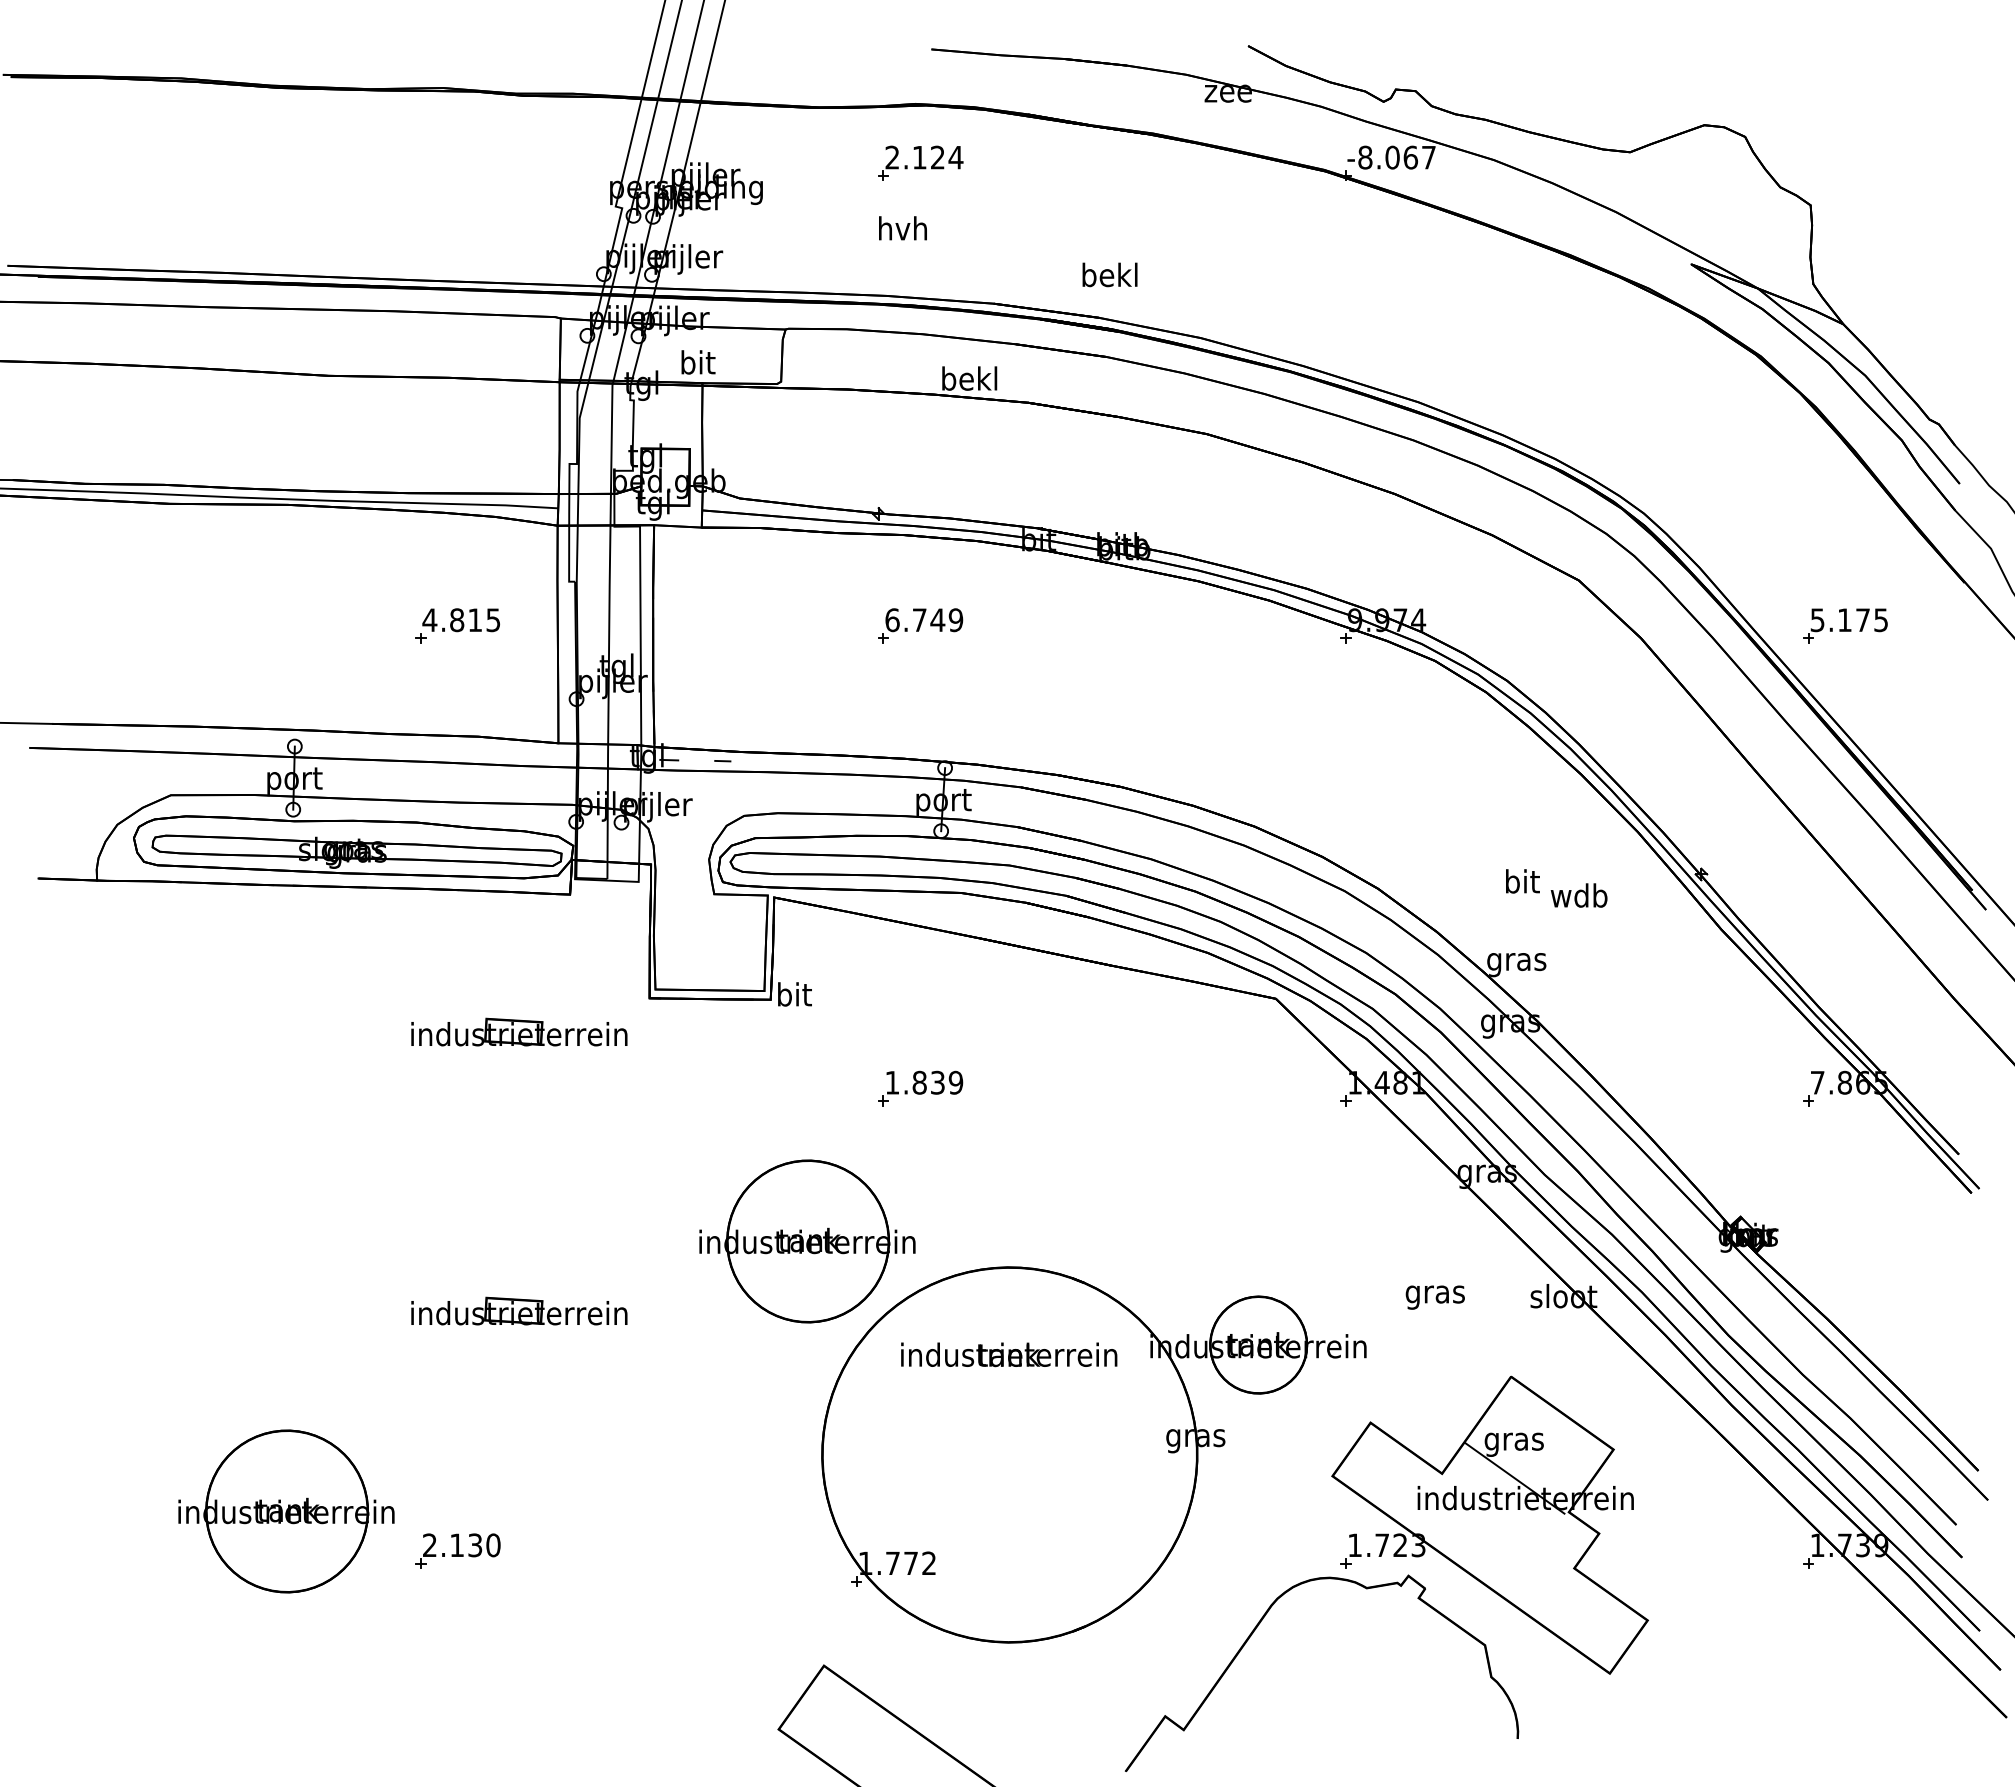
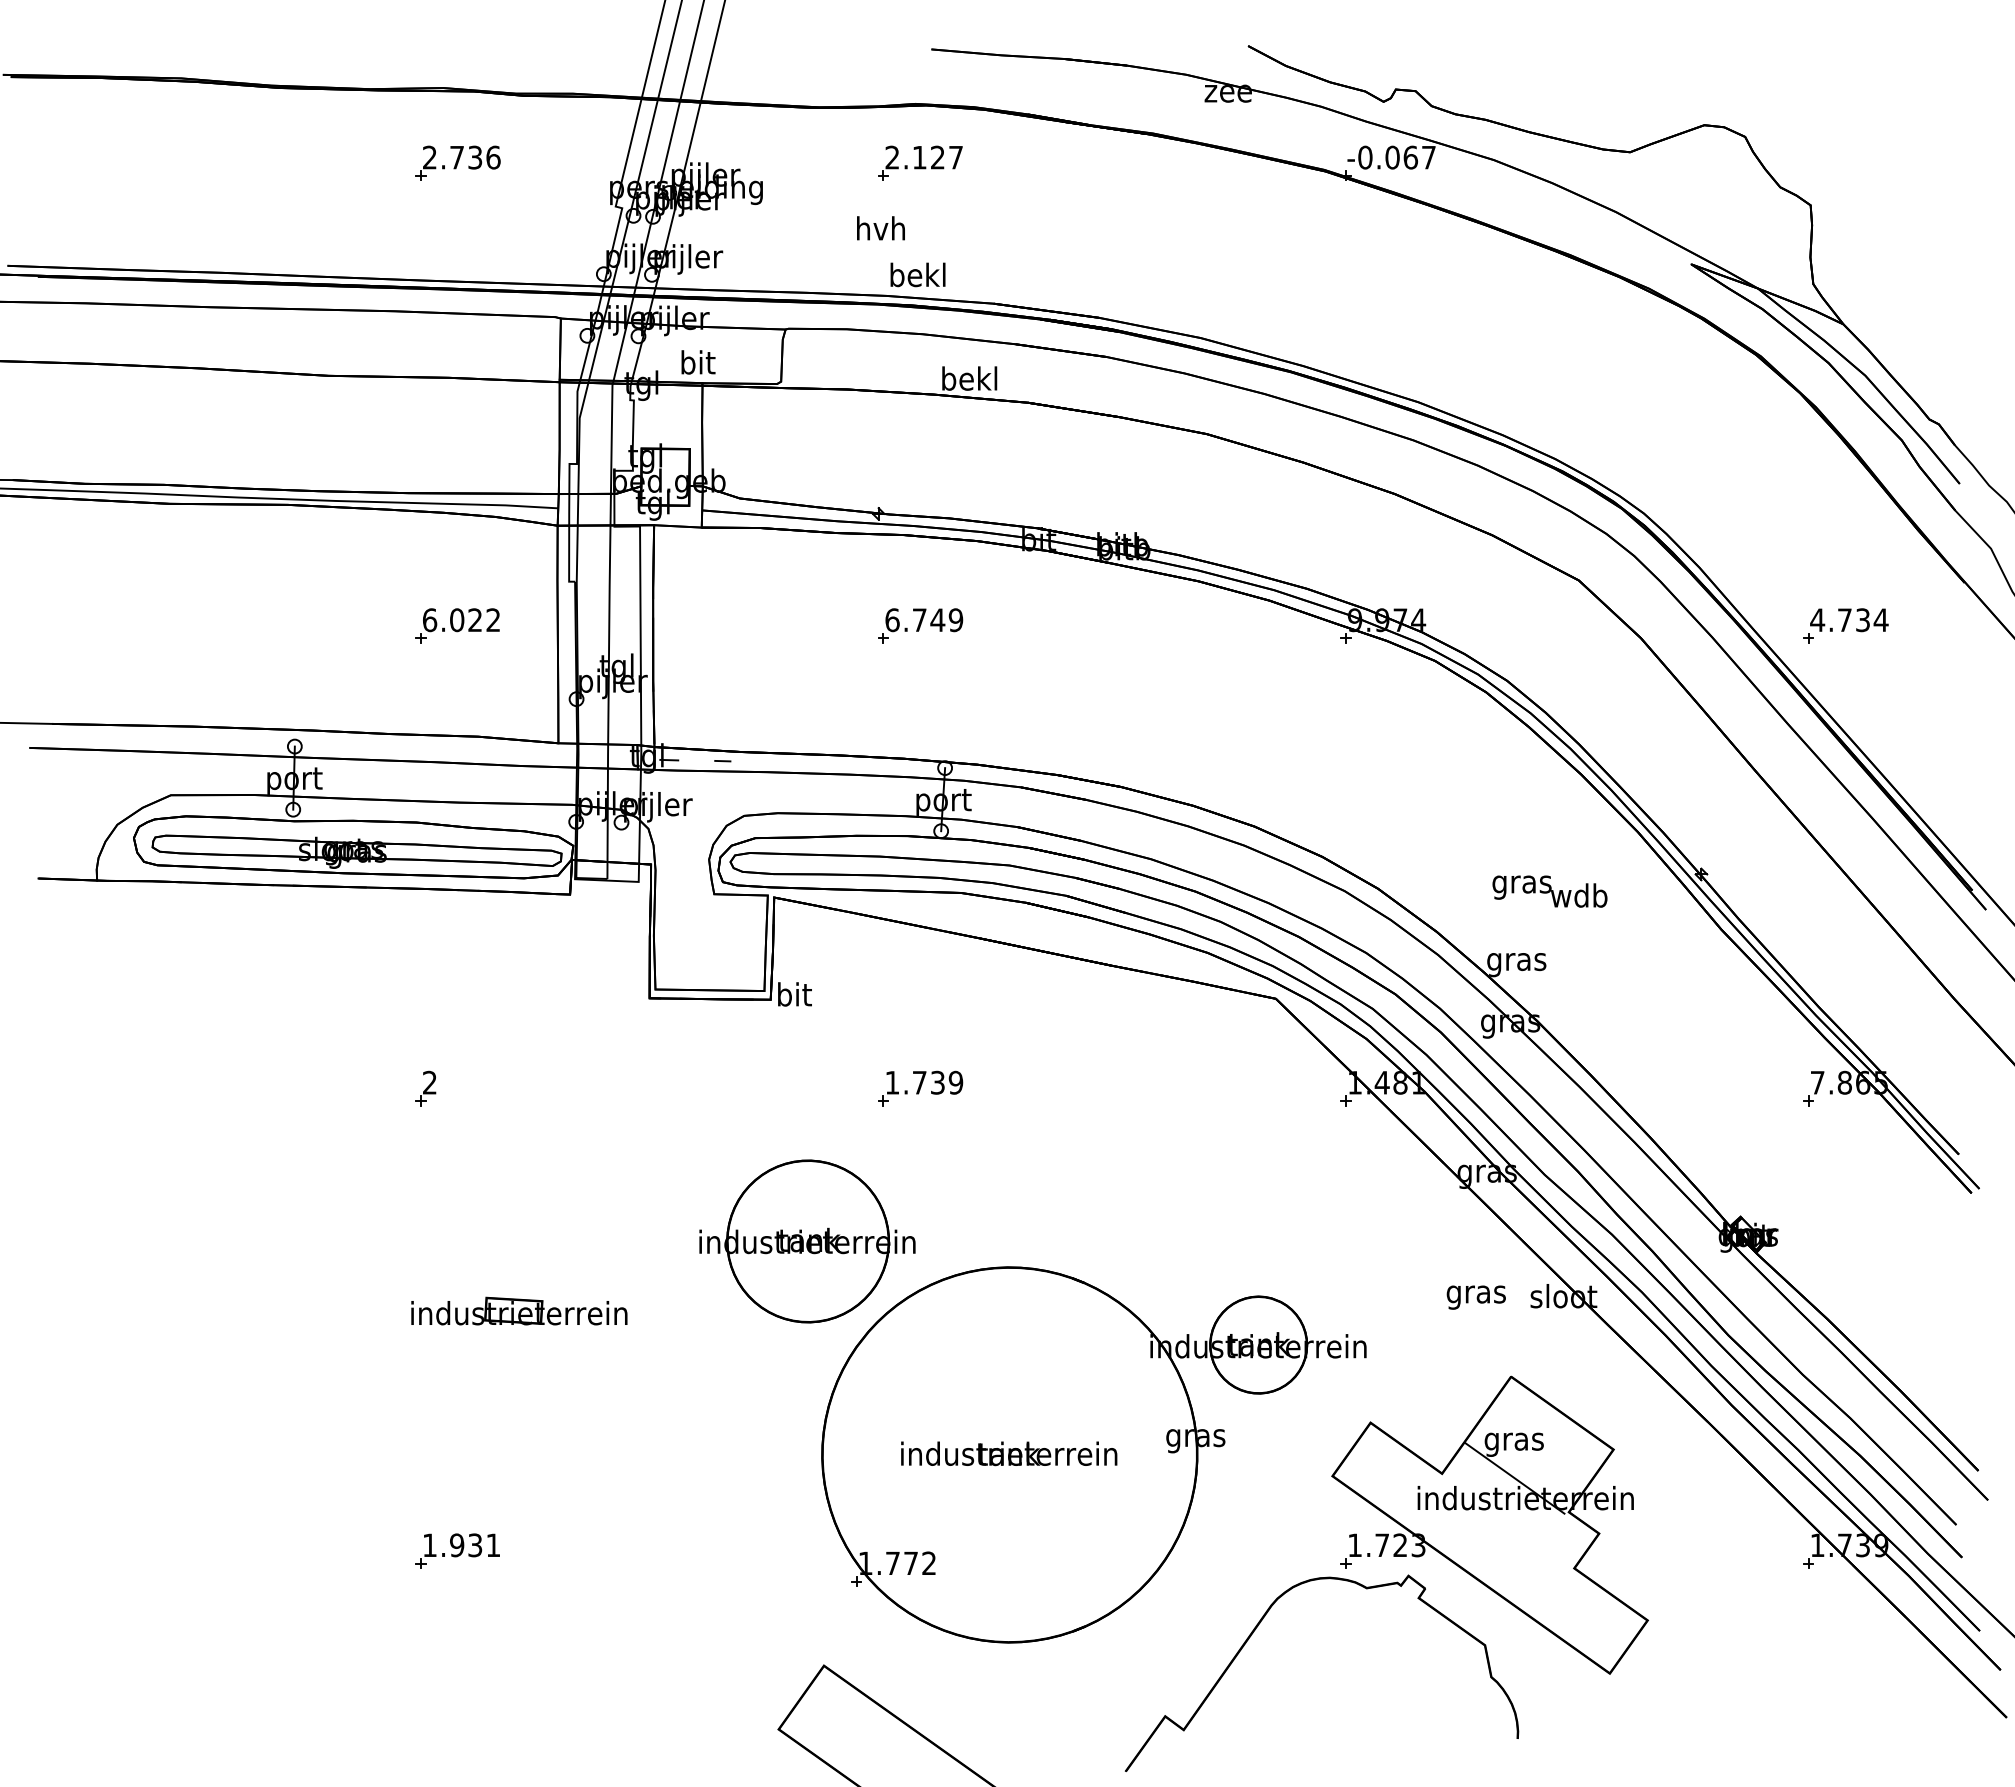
text at (955, 157): 2.124 -> 2.127
text at (1365, 157): -8.067 -> -0.067
part at (457, 162): none -> present
text at (902, 228) position: (902, 228) -> (880, 228)
text at (1109, 274) position: (1109, 274) -> (917, 274)
text at (461, 620): 4.815 -> 6.022
text at (1849, 620): 5.175 -> 4.734
text at (1521, 884): bit -> gras
part at (519, 1031): present -> none
text at (919, 1082): 1.839 -> 1.739
part at (425, 1088): none -> present
text at (1434, 1297) position: (1434, 1297) -> (1475, 1297)
text at (1009, 1354) position: (1009, 1354) -> (1009, 1453)
part at (286, 1511): present -> none
text at (461, 1545): 2.130 -> 1.931
